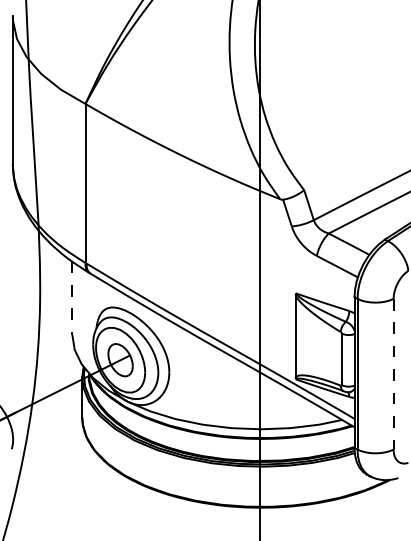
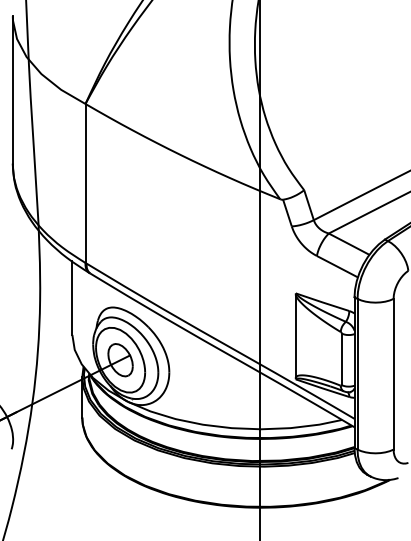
line at (72, 298): dashed -> solid
line at (393, 374): dashed -> solid
